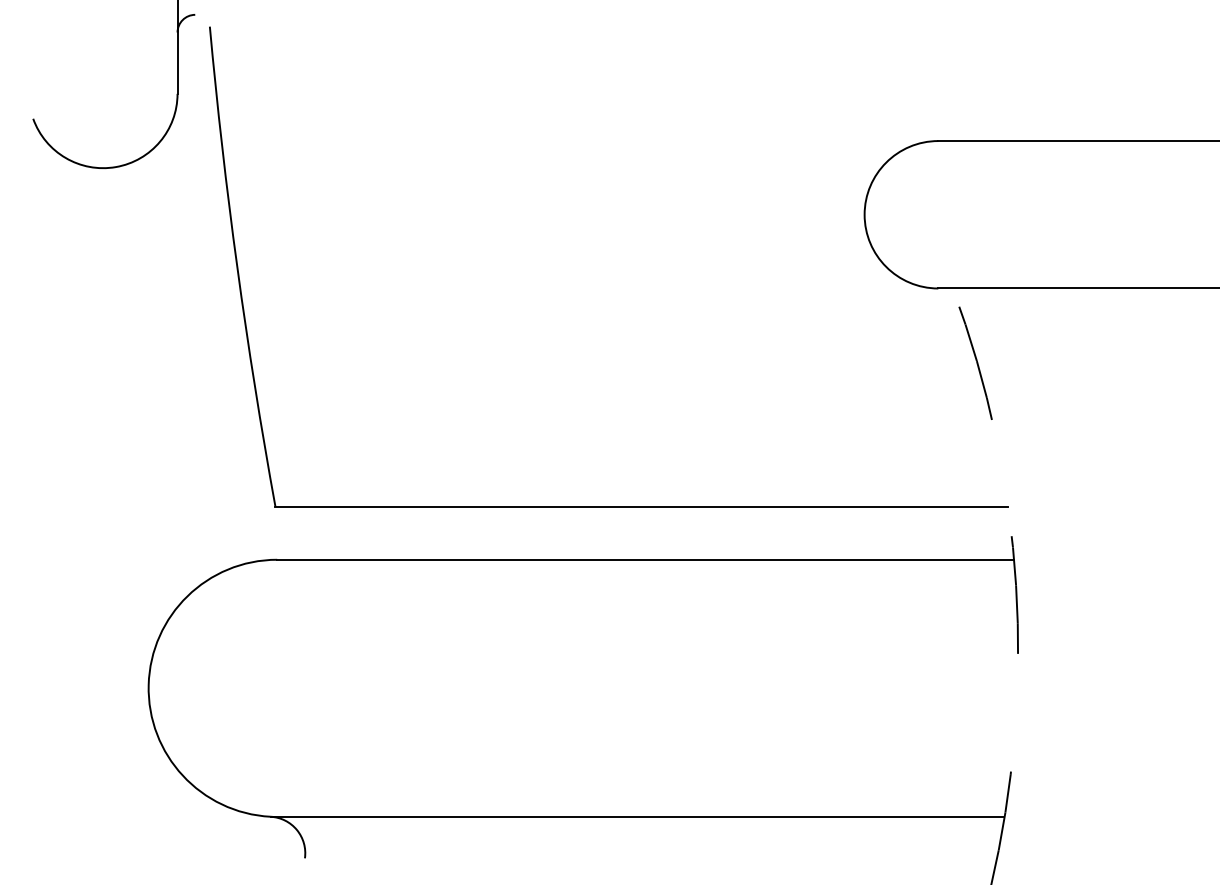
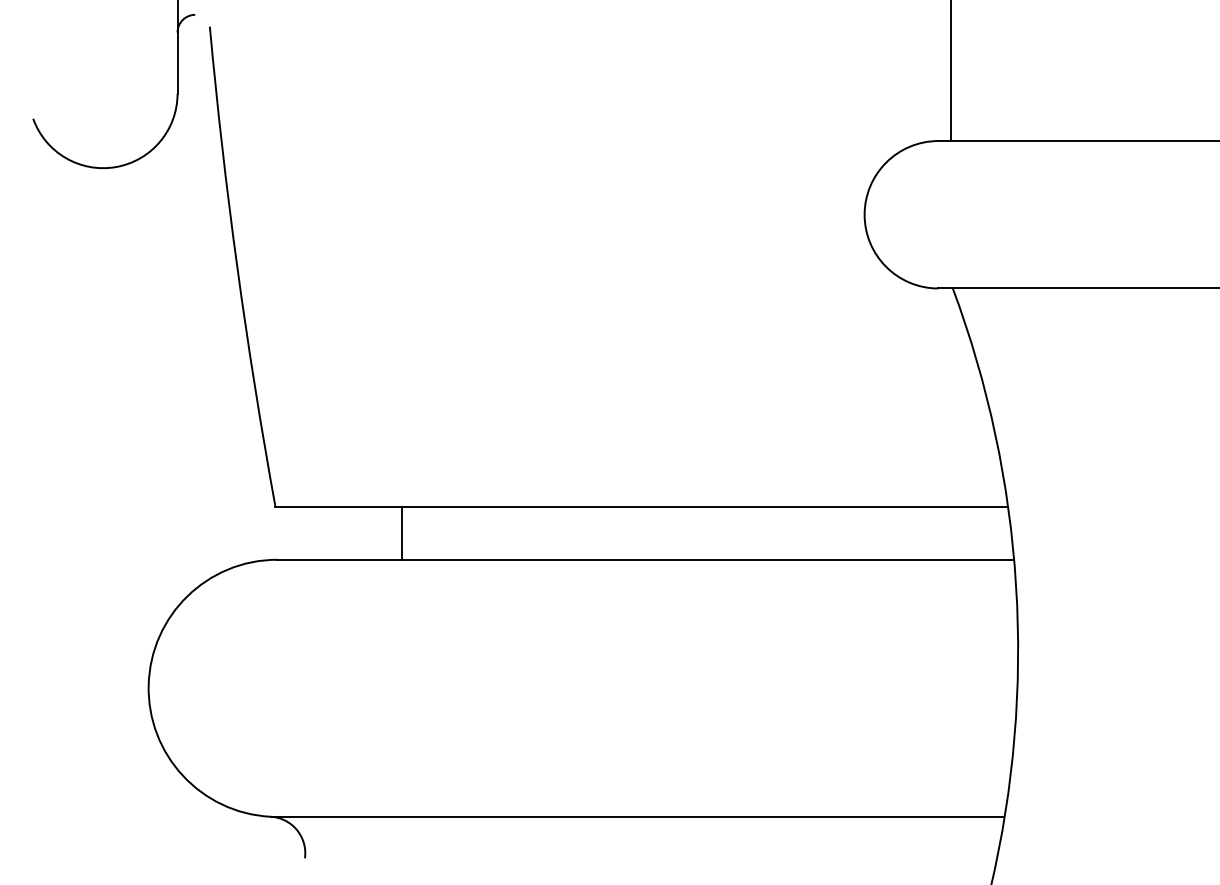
line at (950, 71): none -> present
line at (402, 532): none -> present
arc at (1015, 584): dashed -> solid
